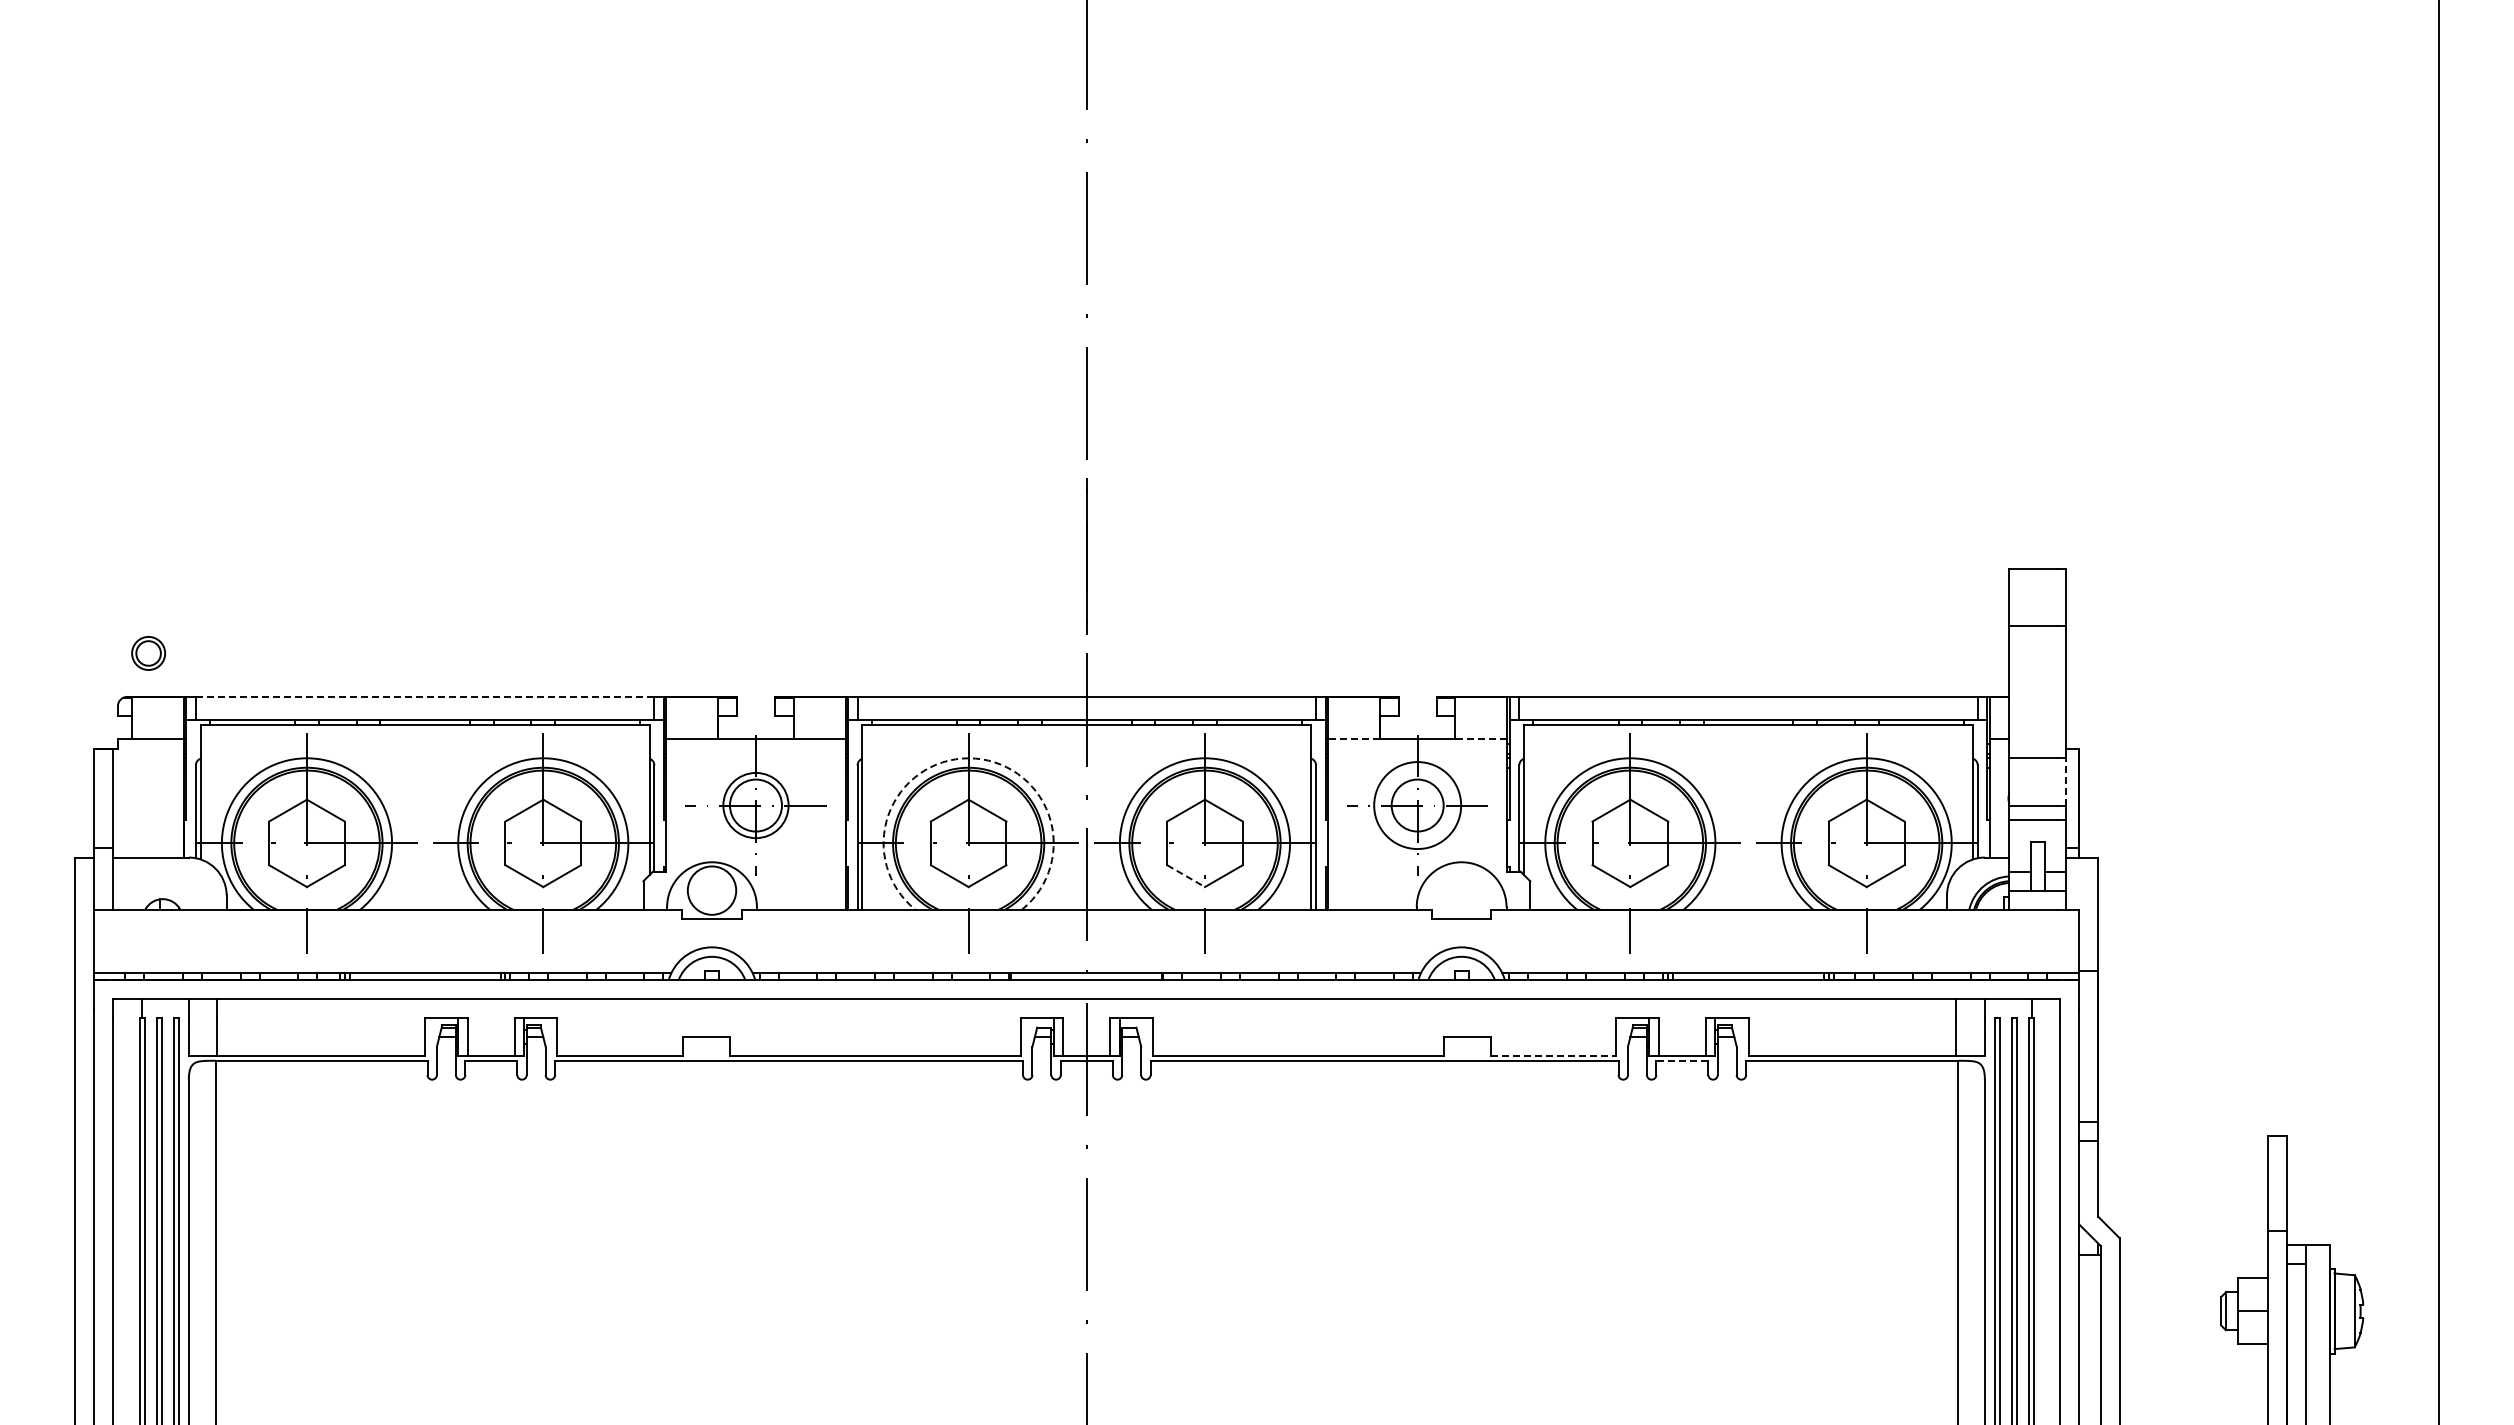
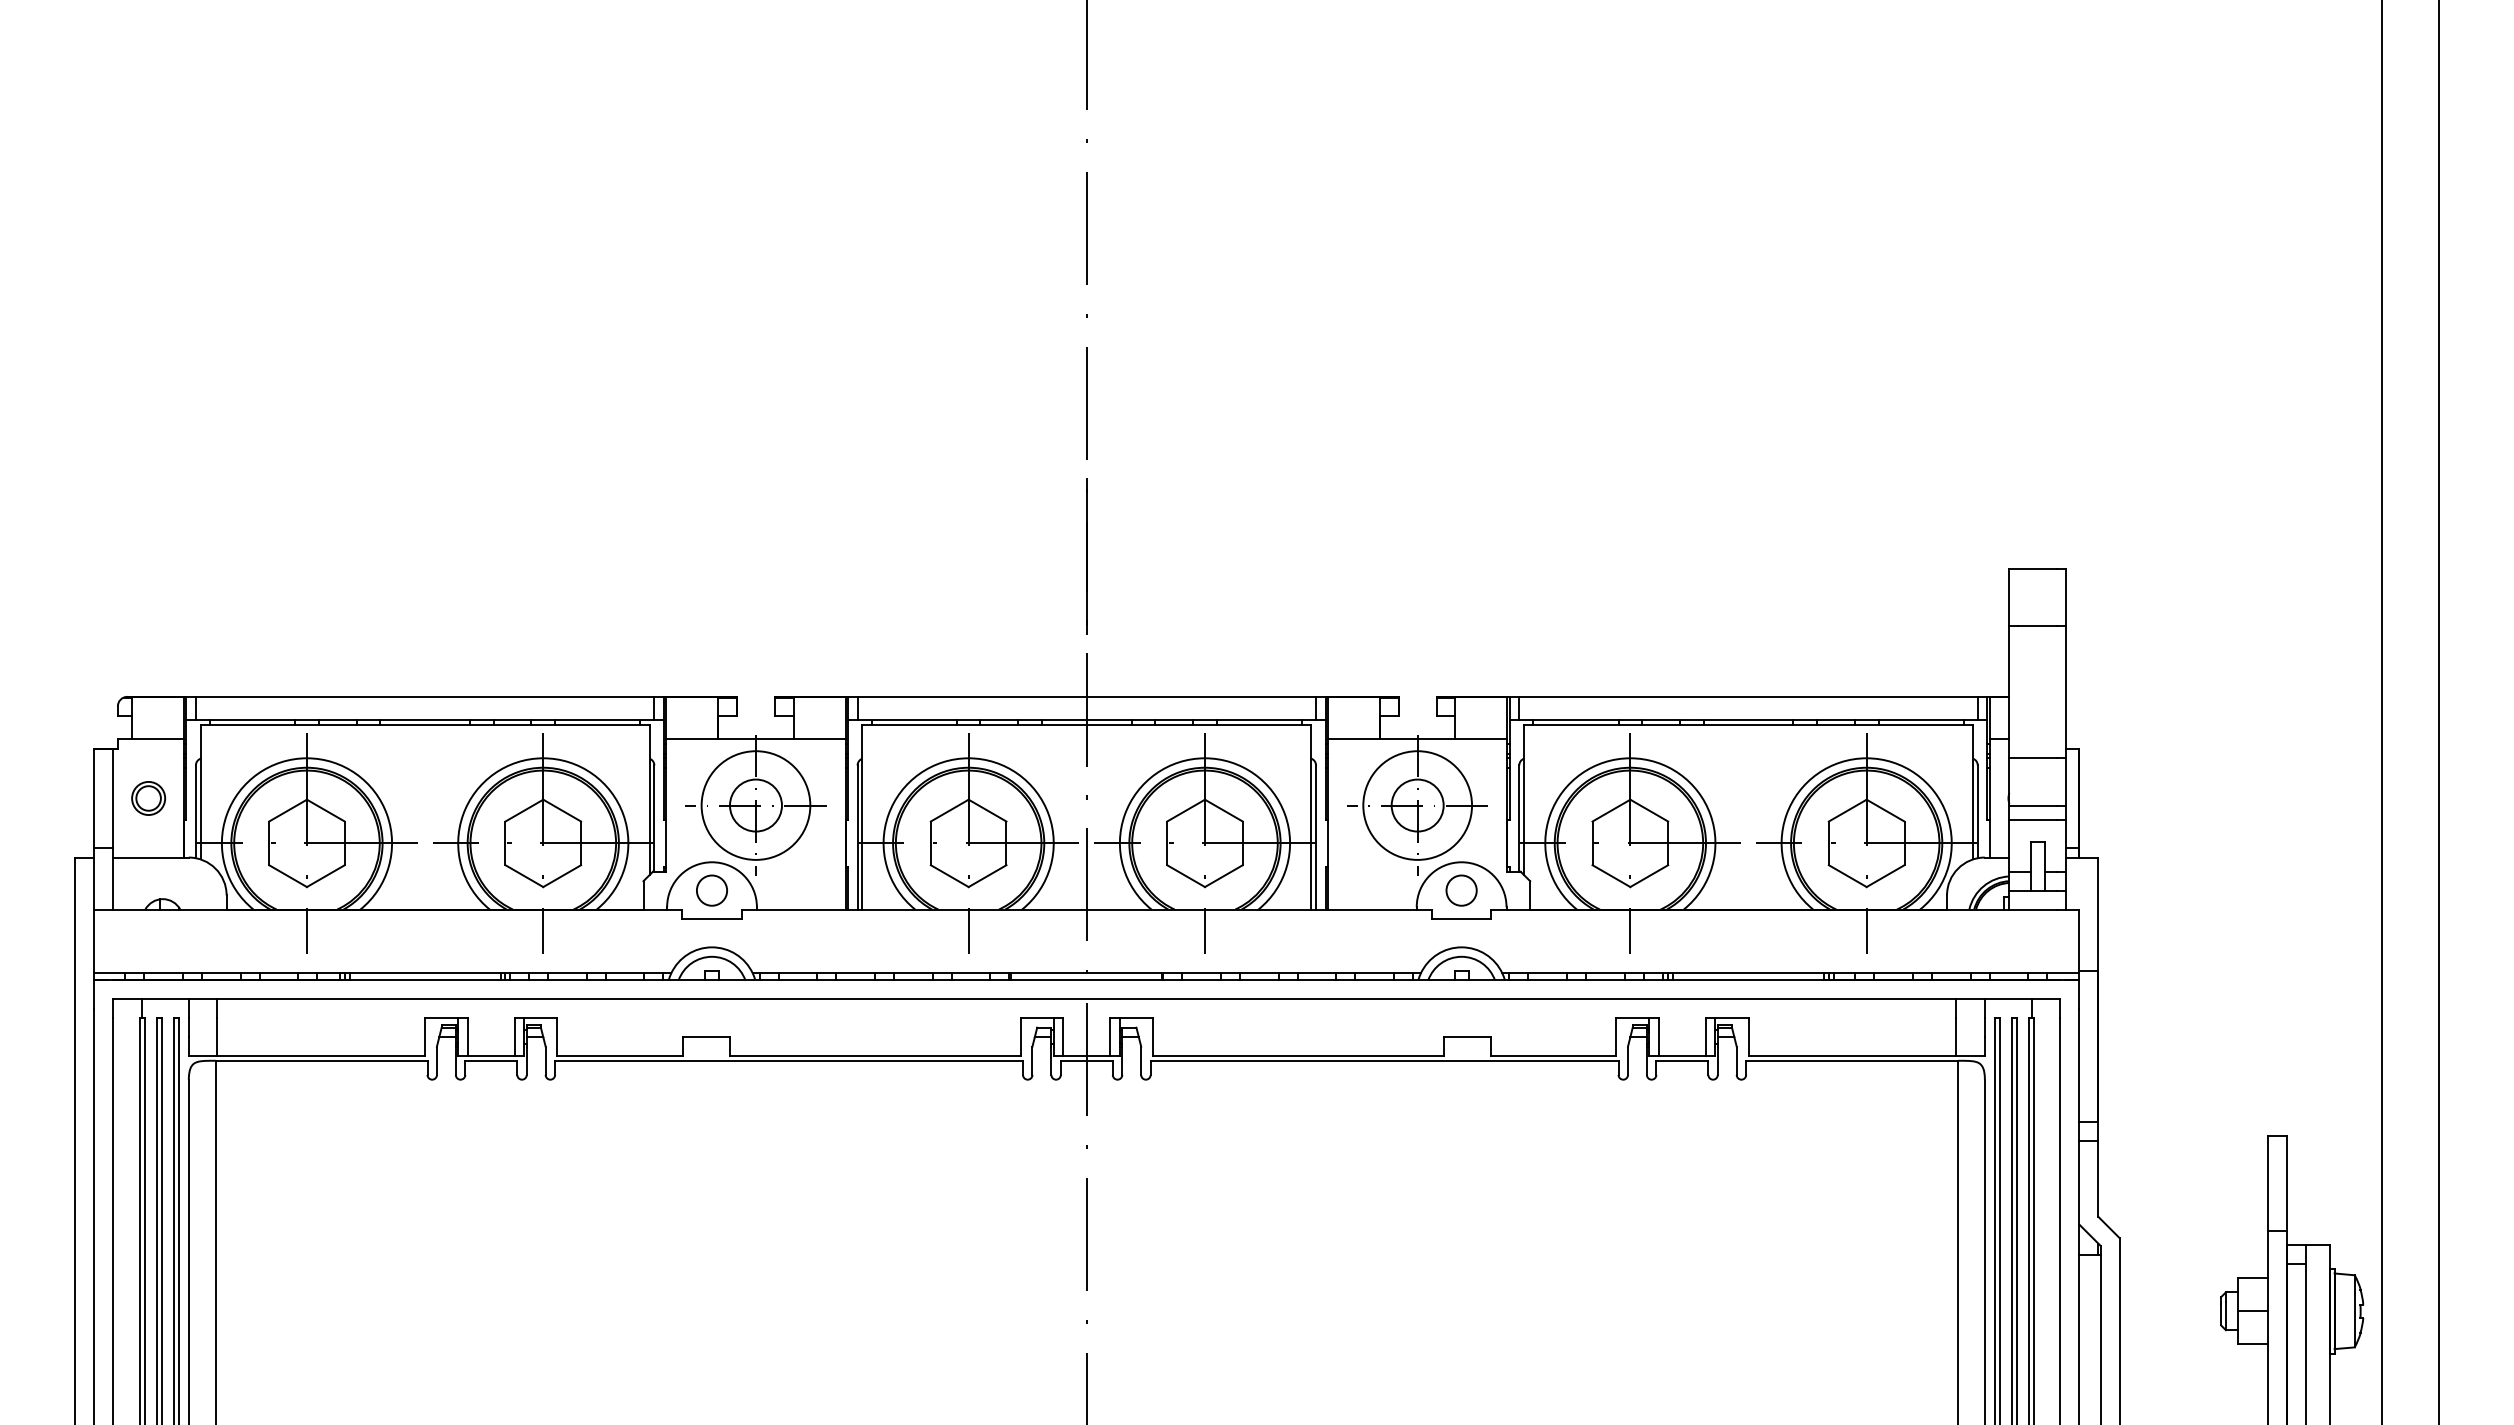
part at (148, 653) position: (148, 653) -> (148, 798)
line at (425, 696): dashed -> solid
line at (2381, 711): none -> present
line at (1353, 739): dashed -> solid
line at (1481, 739): dashed -> solid
arc at (968, 758): dashed -> solid
line at (2066, 781): dashed -> solid
circle at (755, 805) diameter: 65 px -> 109 px
circle at (1417, 805) diameter: 87 px -> 109 px
line at (1186, 876): dashed -> solid
circle at (711, 890) diameter: 48 px -> 30 px
circle at (1461, 890): none -> present
line at (1553, 1056): dashed -> solid
line at (1682, 1060): dashed -> solid
